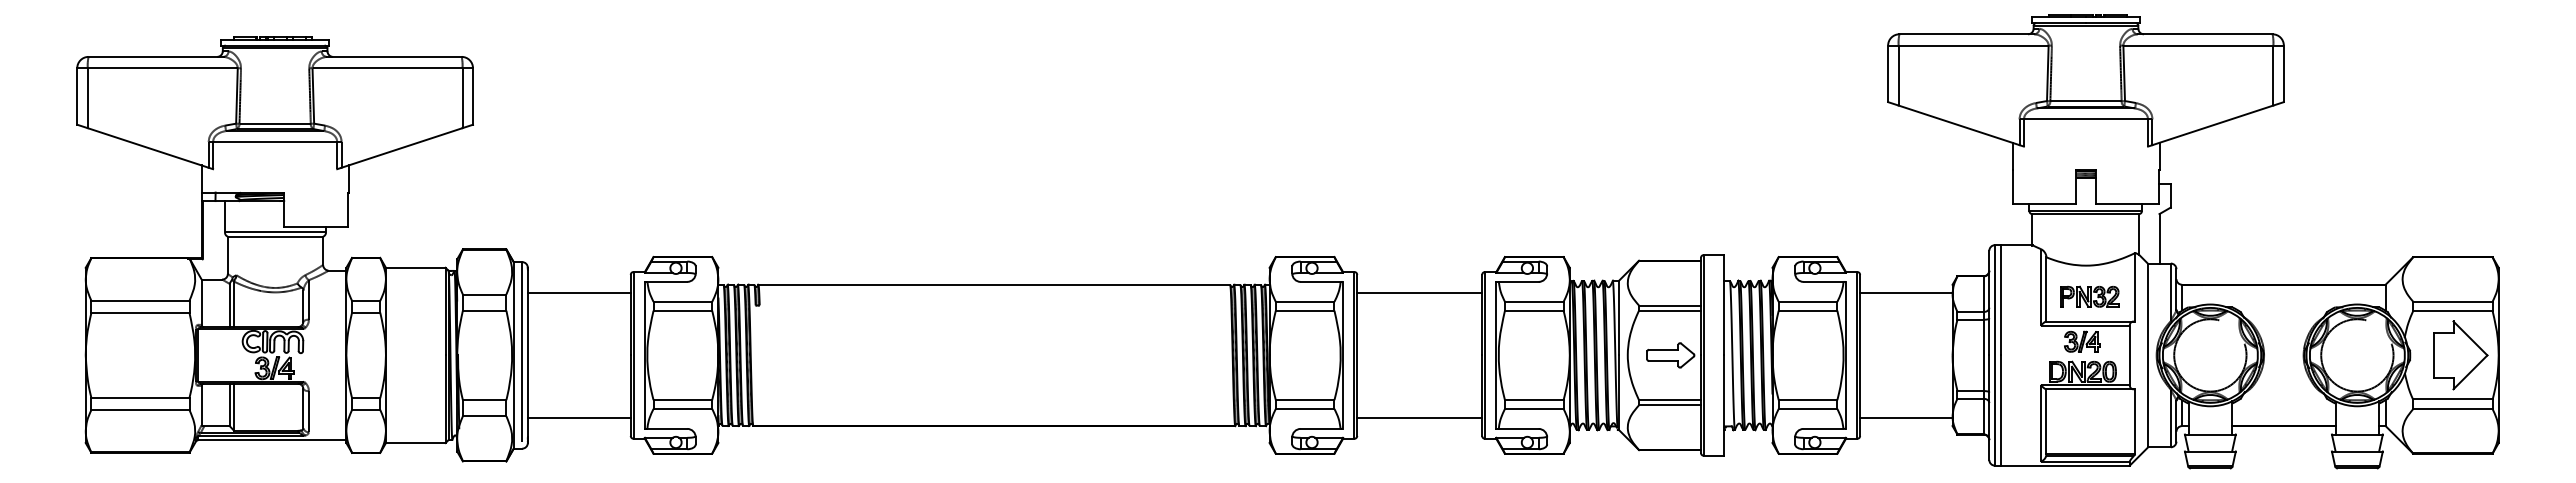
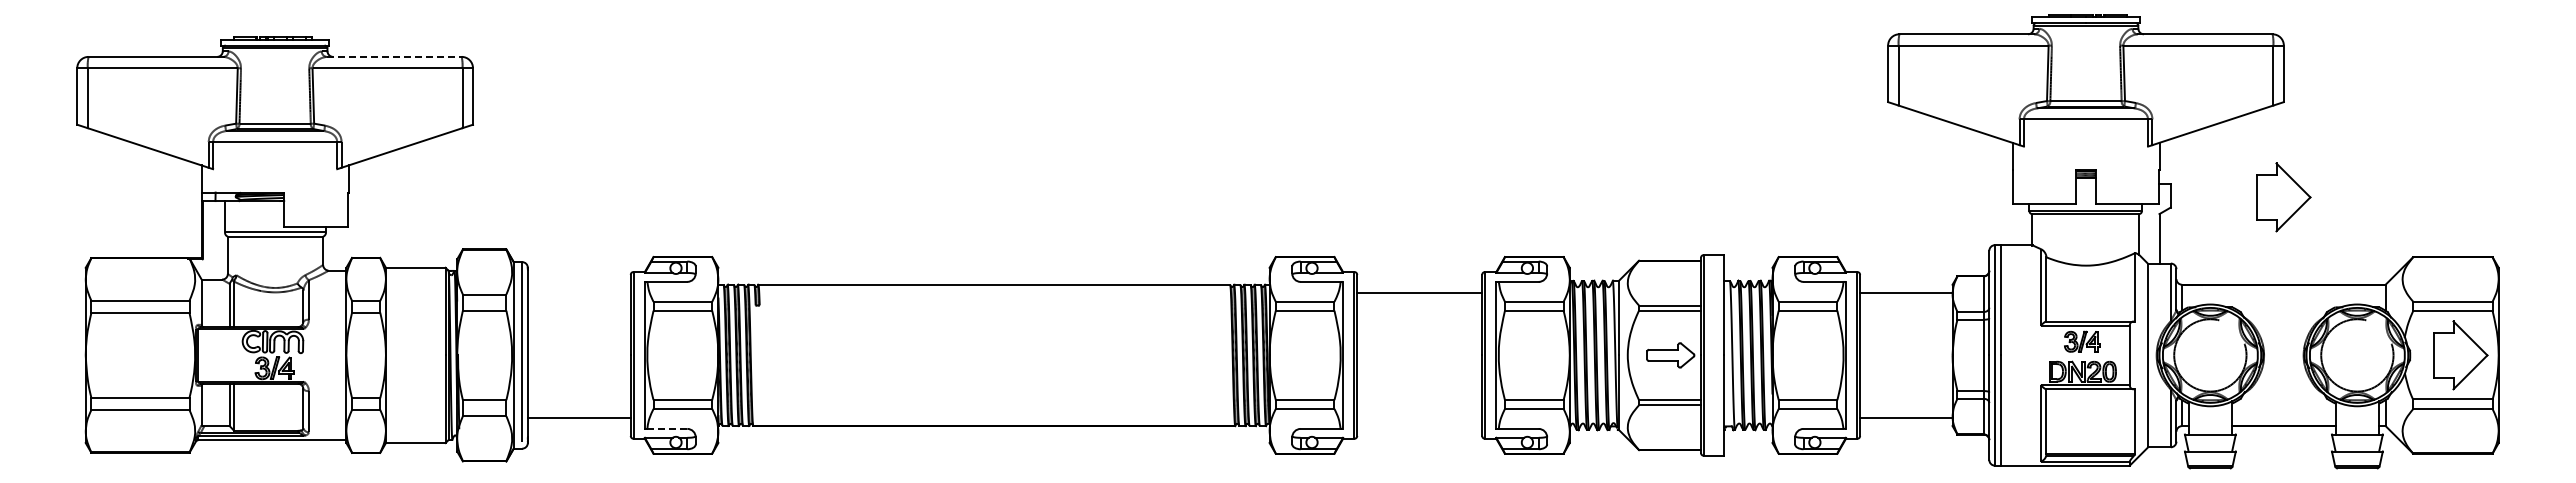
line at (394, 56): solid -> dashed
part at (2283, 197): none -> present
line at (578, 293): present -> none
part at (2089, 296): present -> none
line at (1419, 417): present -> none
line at (667, 428): solid -> dashed
